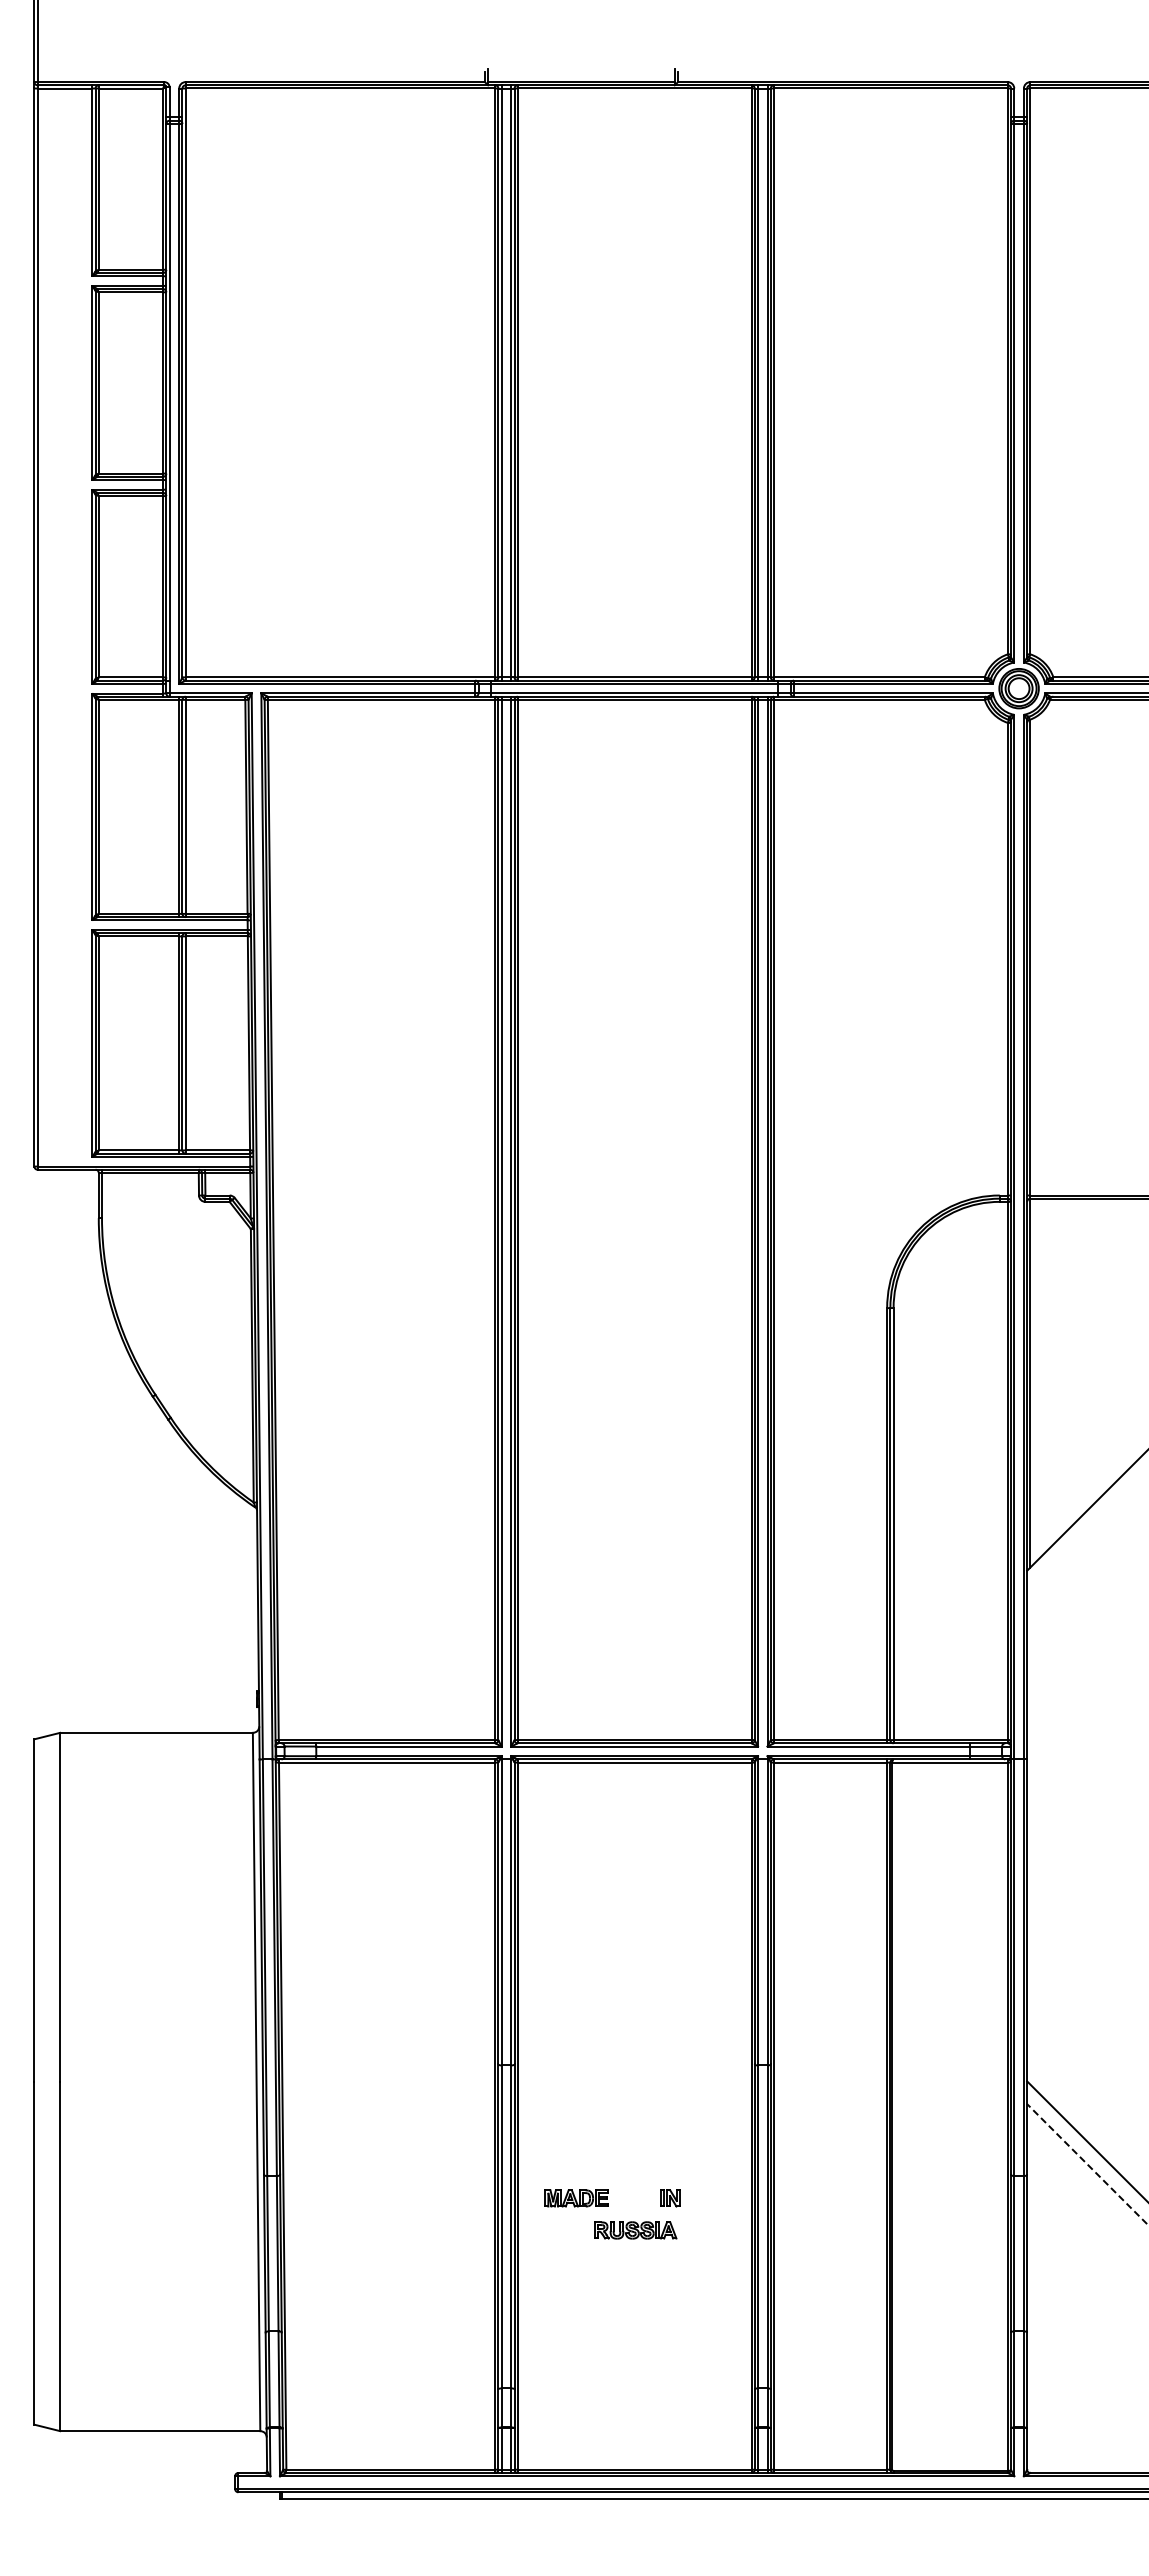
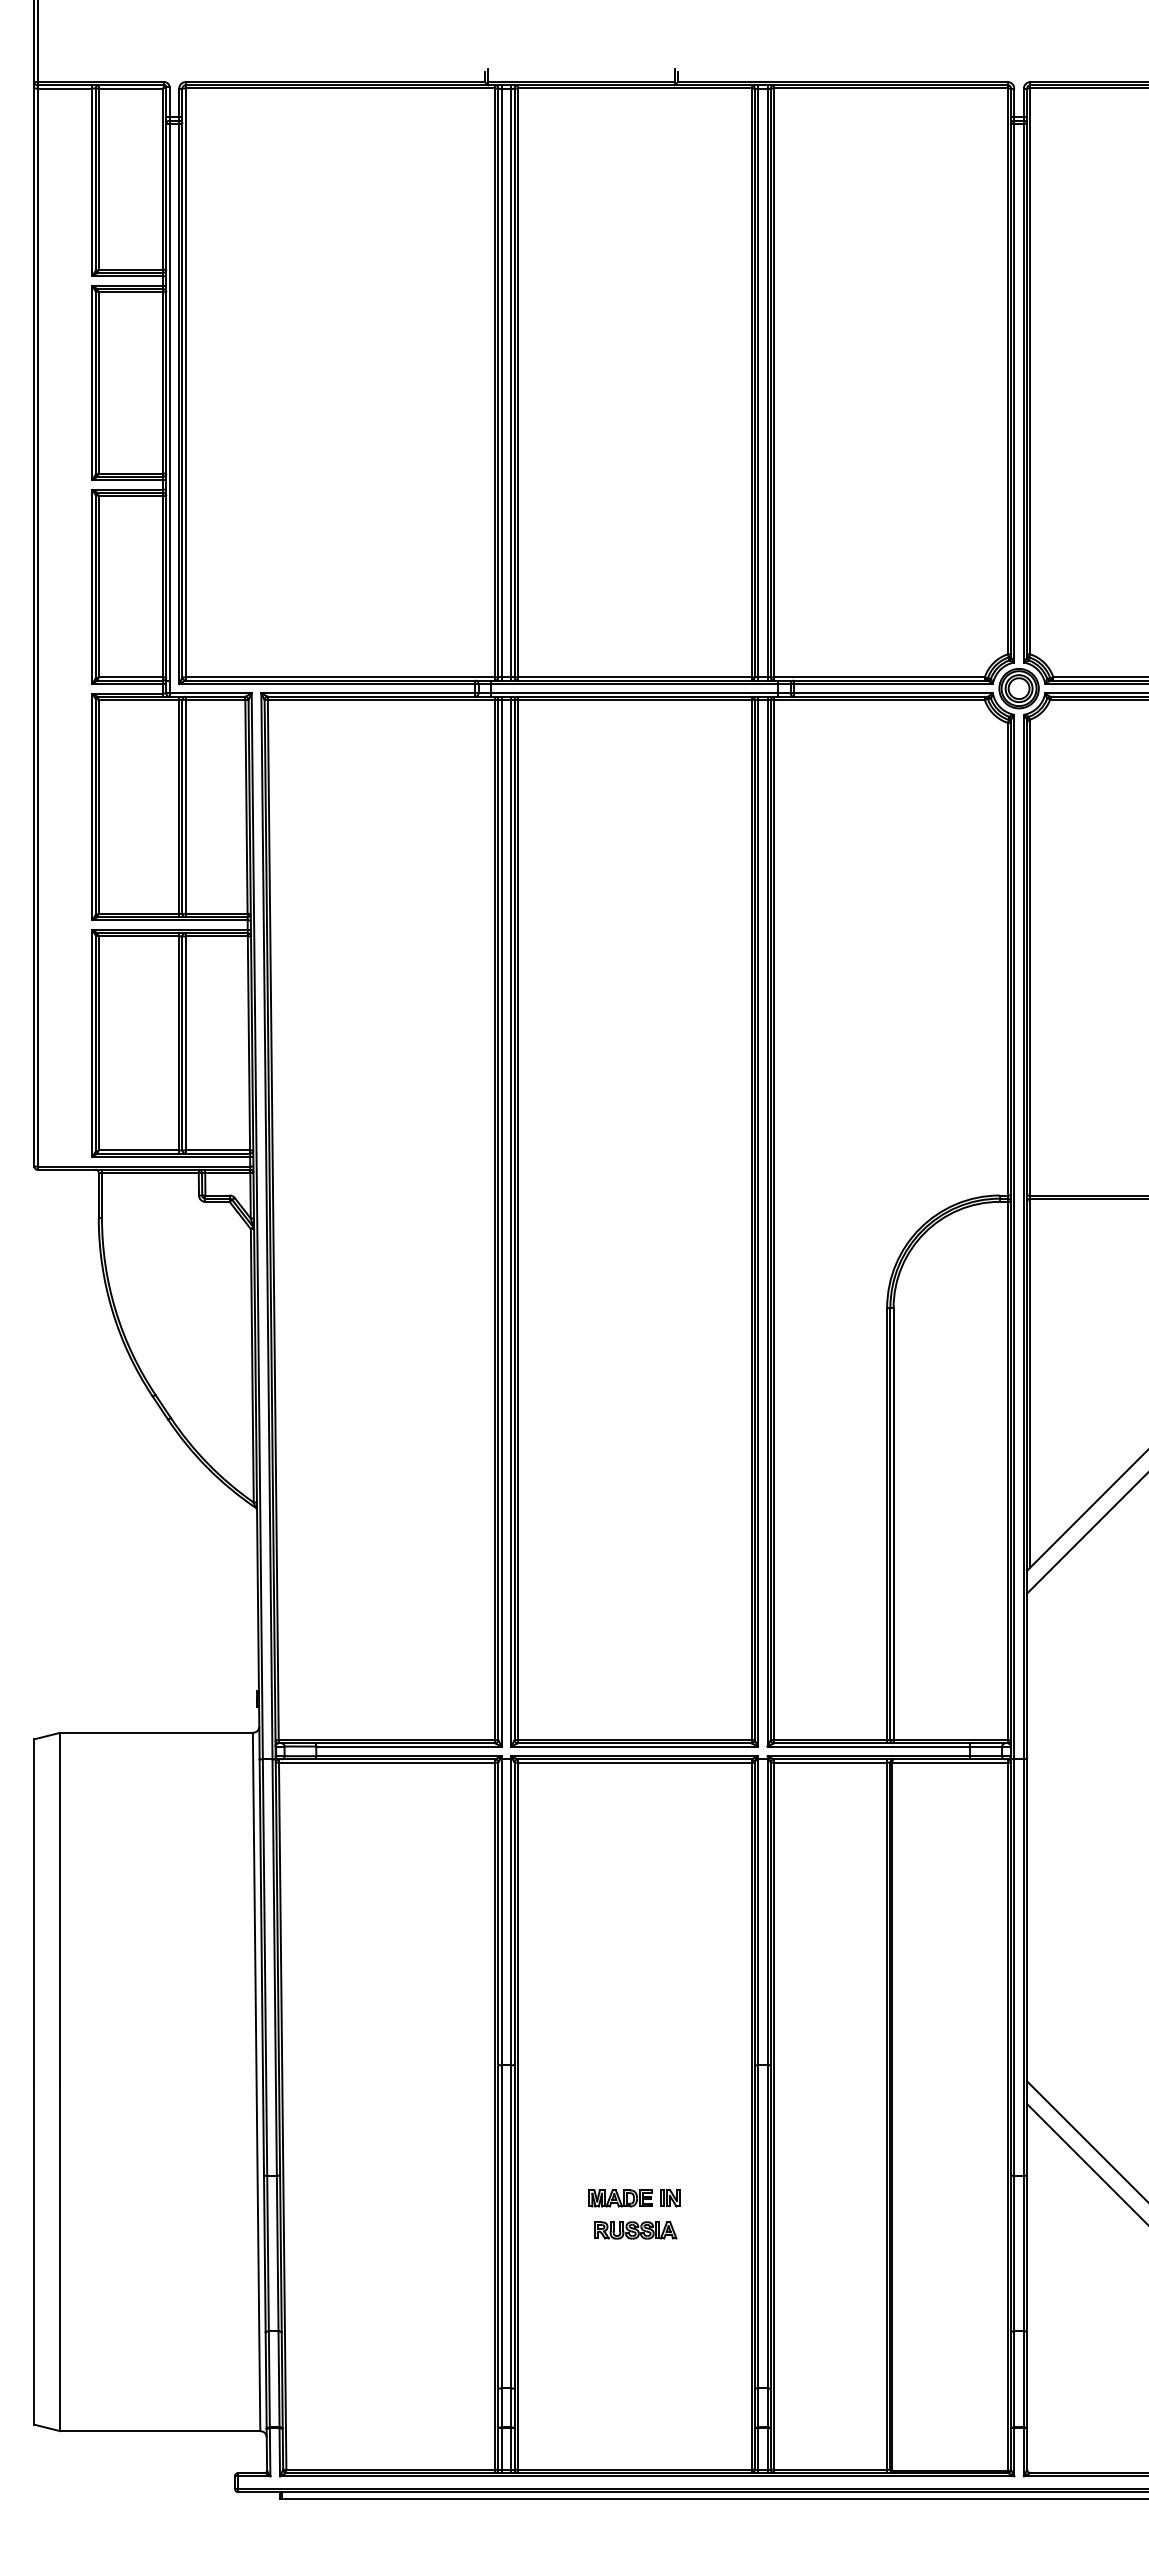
line at (1086, 1534): none -> present
line at (1087, 2164): dashed -> solid
part at (576, 2198) position: (576, 2198) -> (620, 2198)
